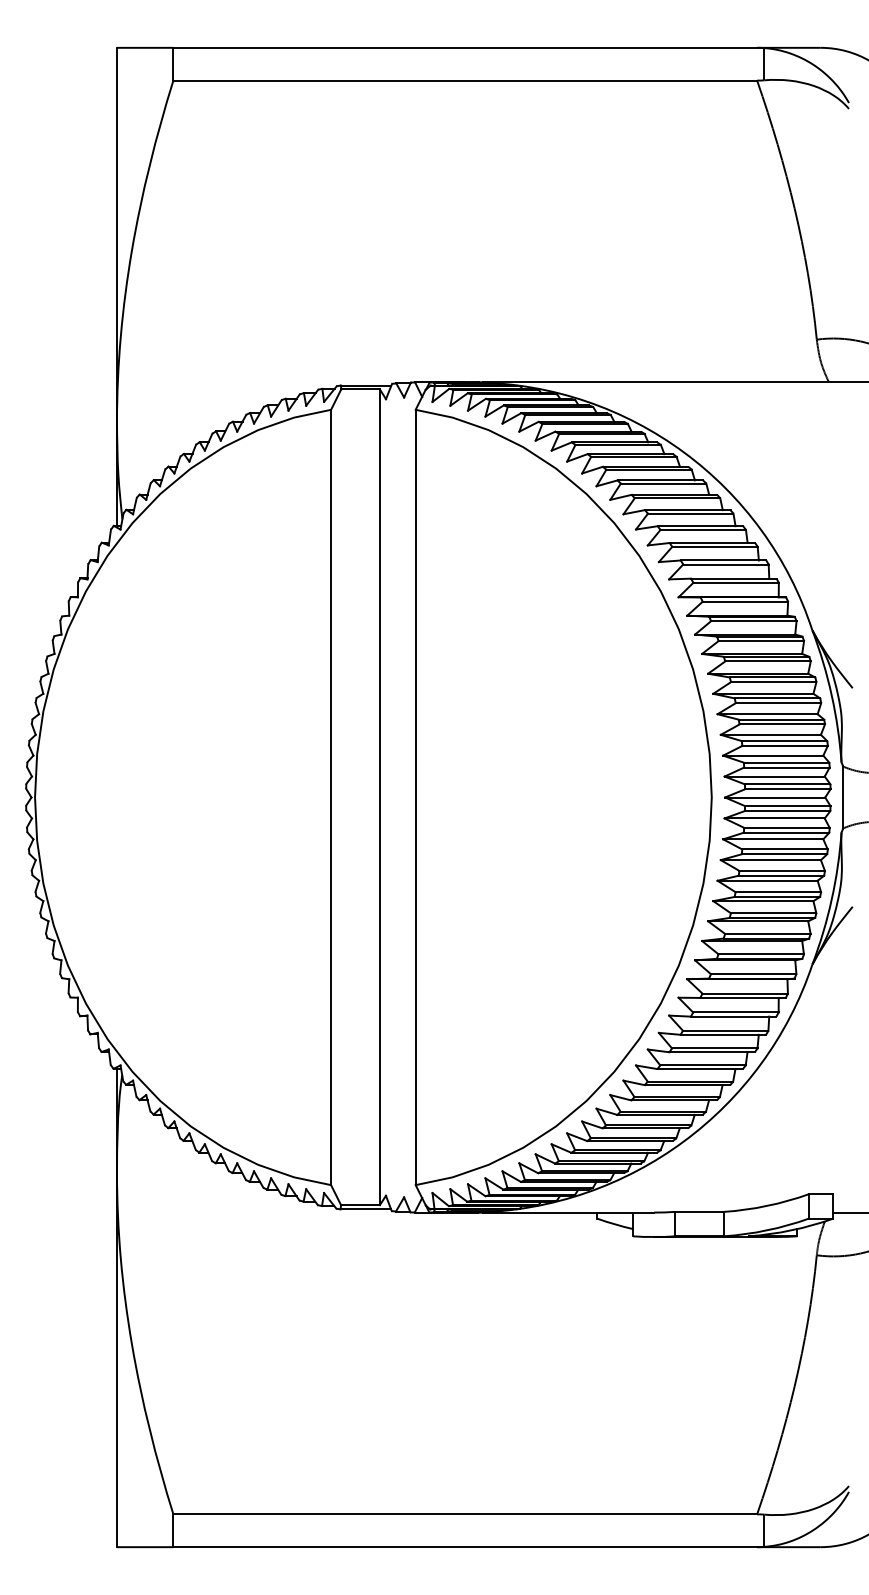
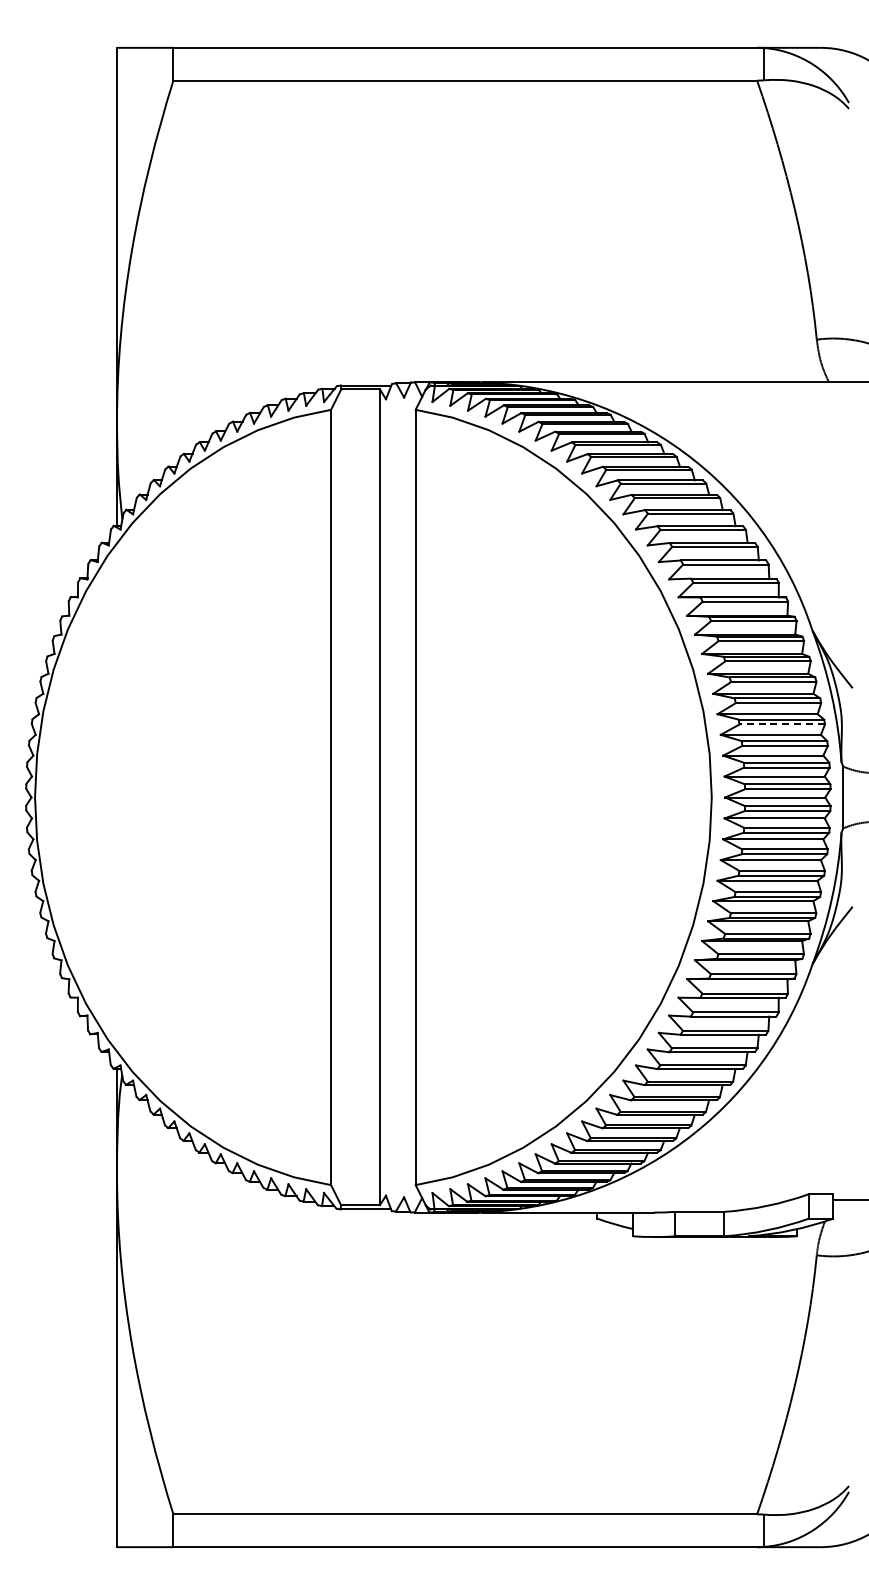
line at (782, 724): solid -> dashed
line at (849, 1212) position: (849, 1212) -> (849, 1199)
